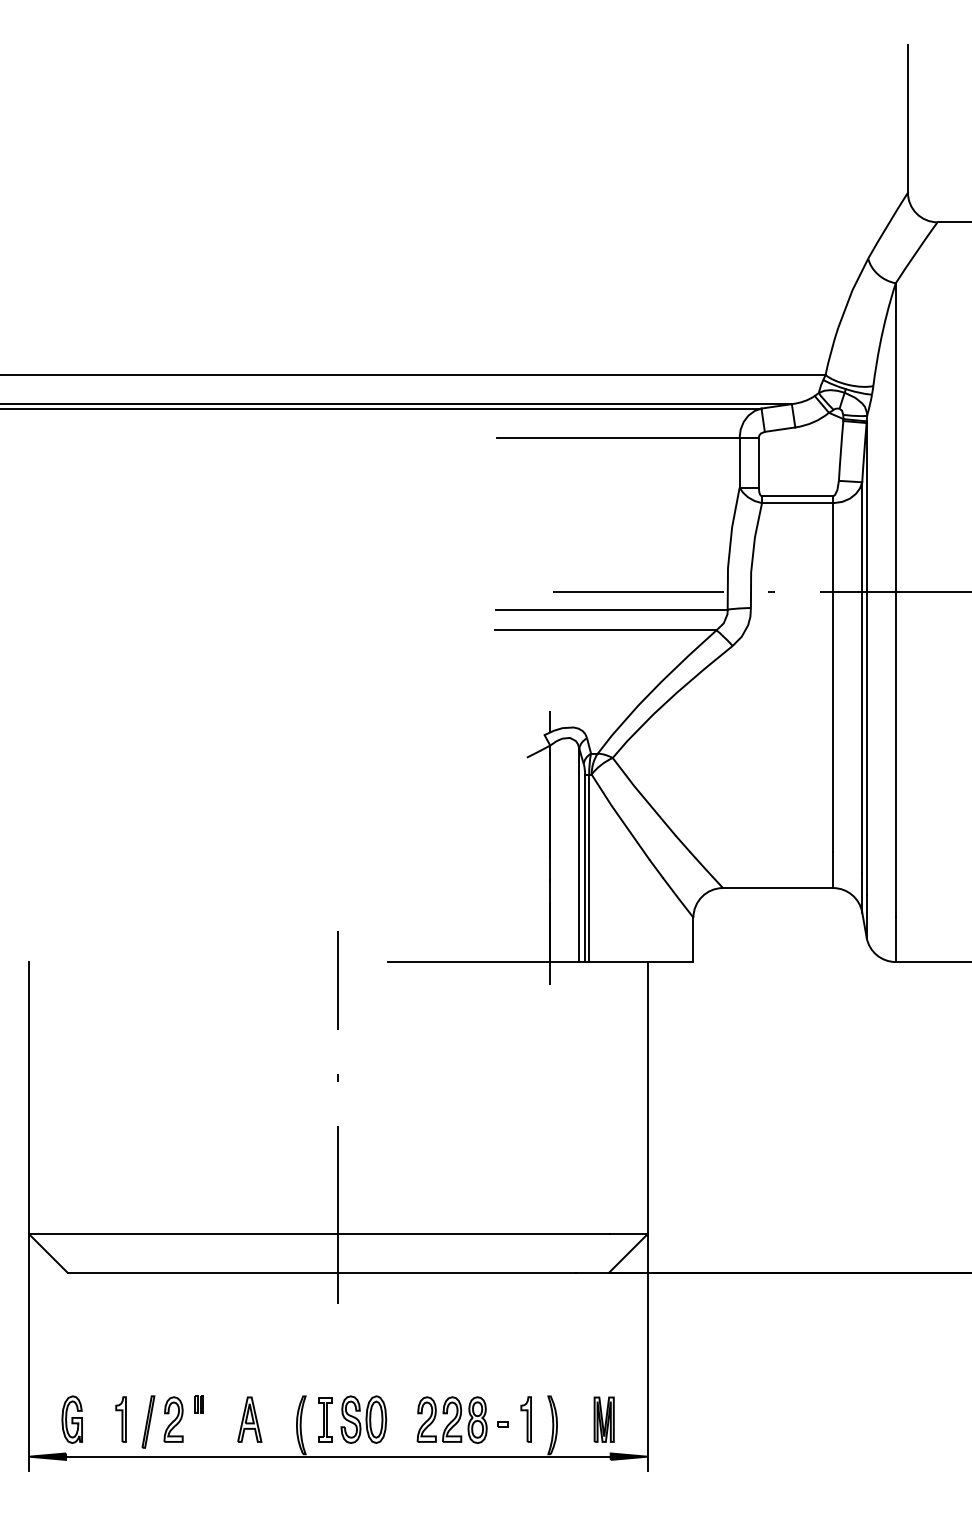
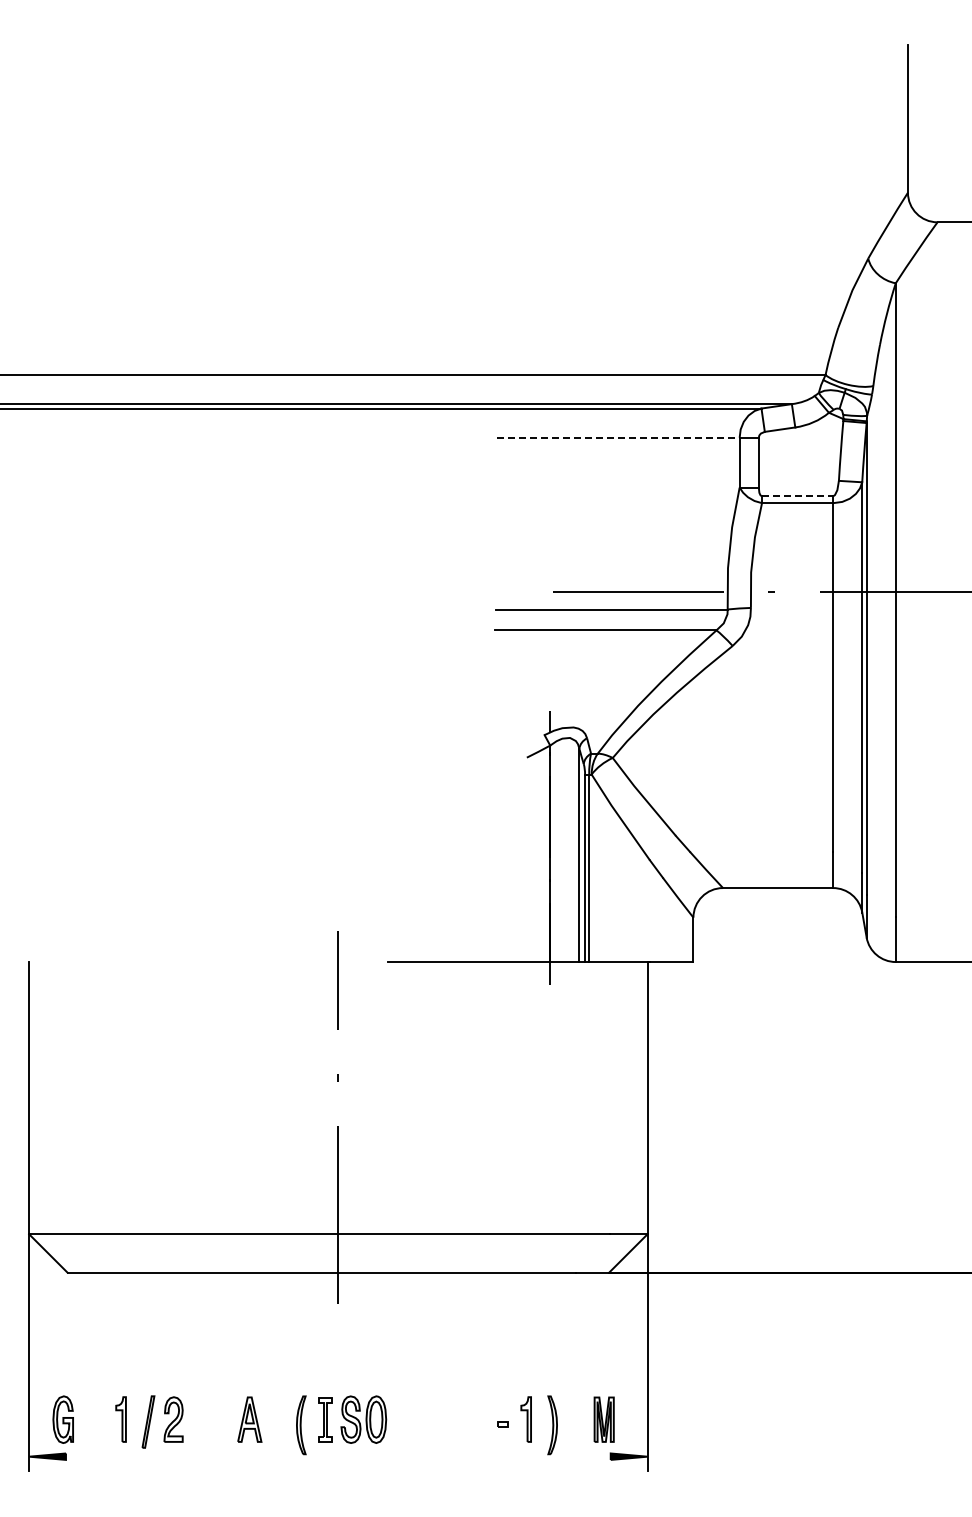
line at (618, 437): solid -> dashed
line at (797, 496): solid -> dashed
part at (198, 1404): present -> none
part at (71, 1419) position: (71, 1419) -> (62, 1419)
part at (451, 1419): present -> none
line at (337, 1456): present -> none
